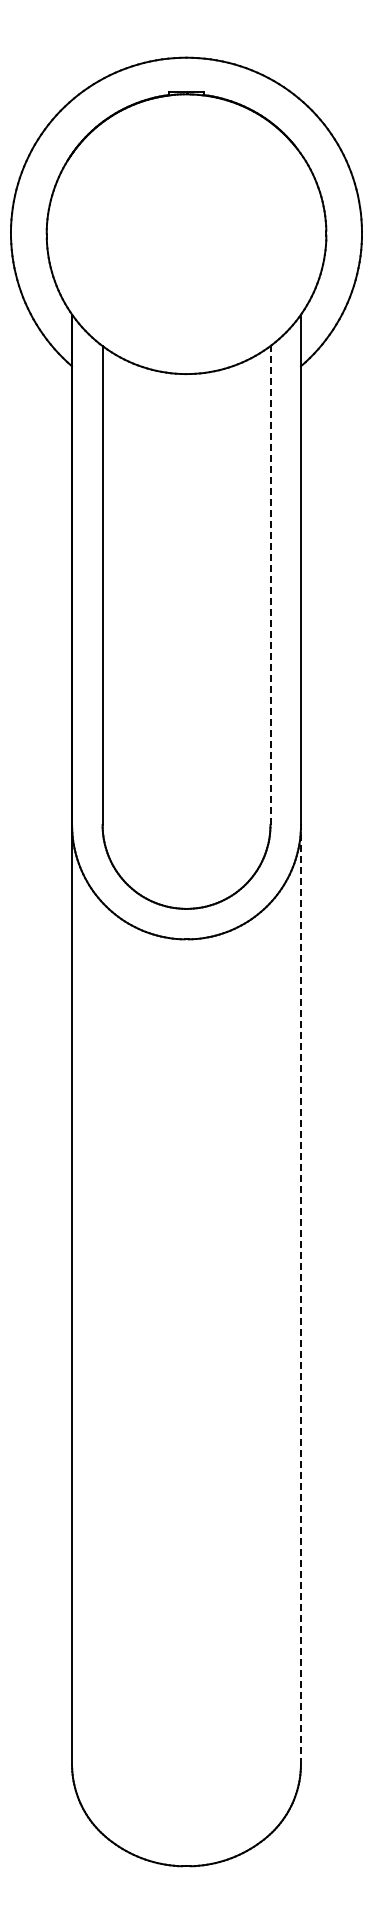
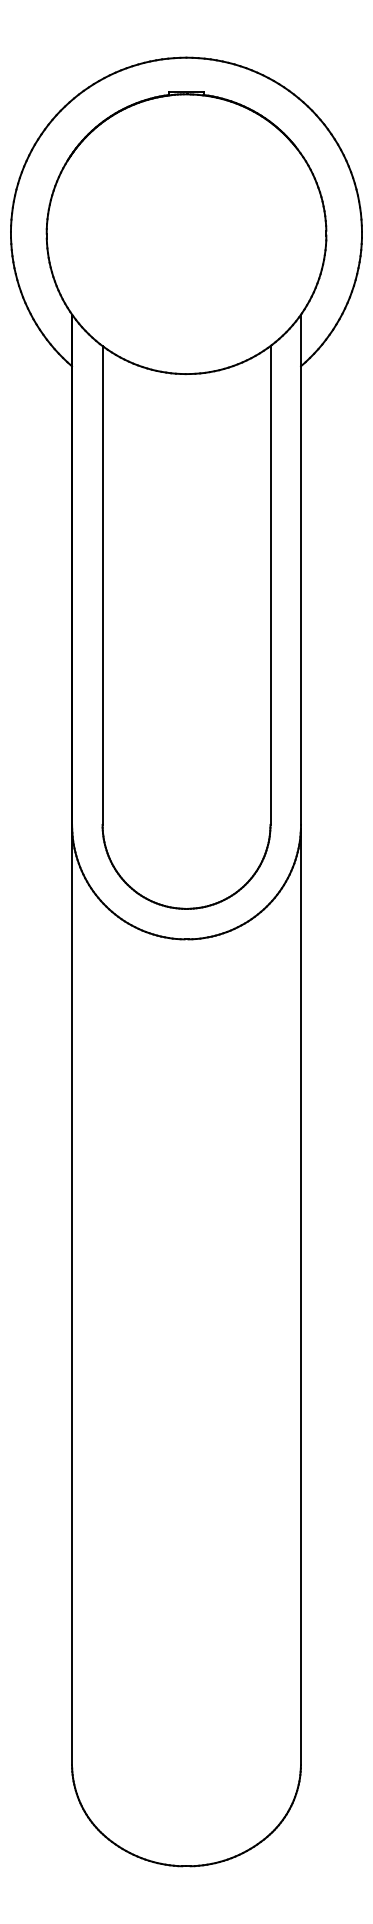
line at (270, 585): dashed -> solid
line at (300, 1296): dashed -> solid
